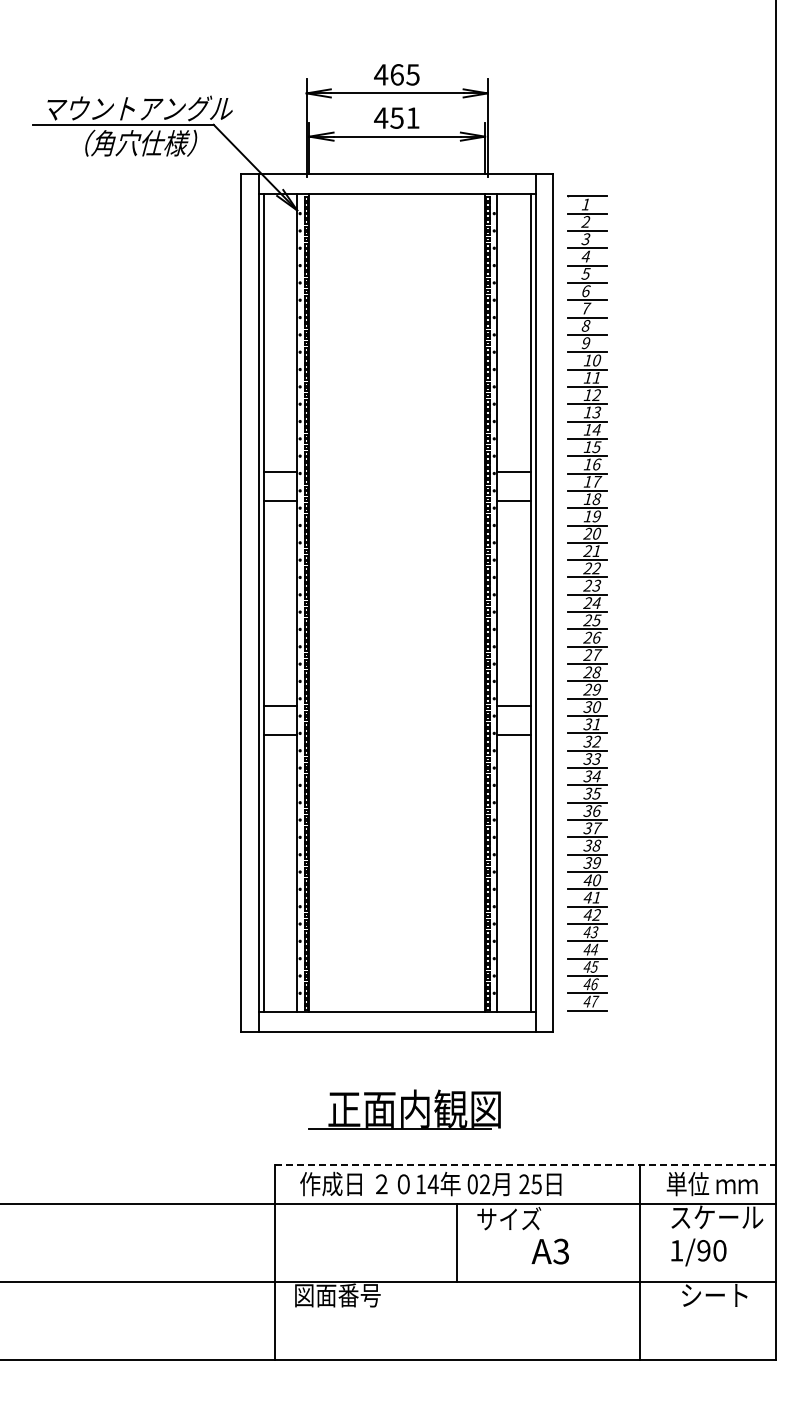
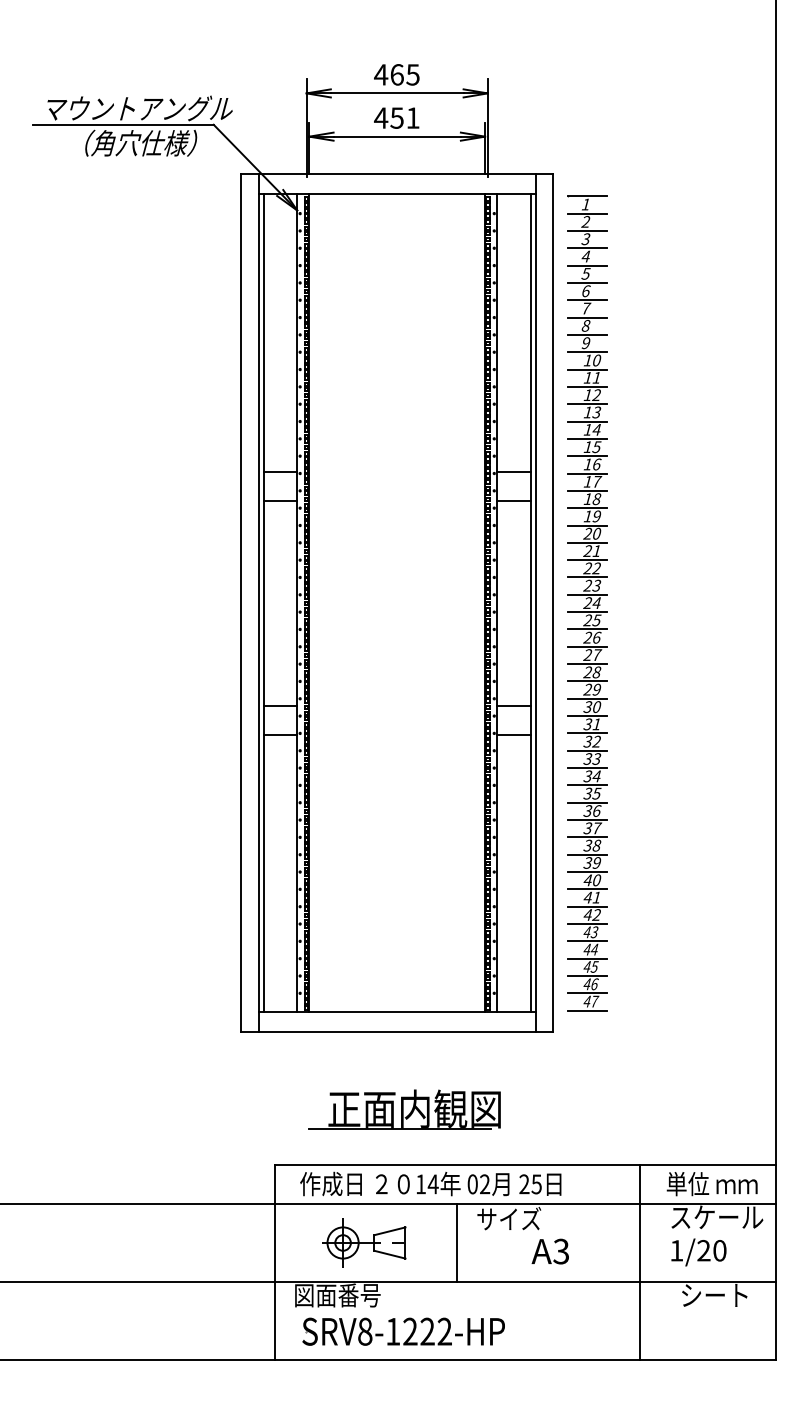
line at (526, 1165): dashed -> solid
part at (364, 1242): none -> present
text at (703, 1250): 1/90 -> 1/20
part at (410, 1334): none -> present
